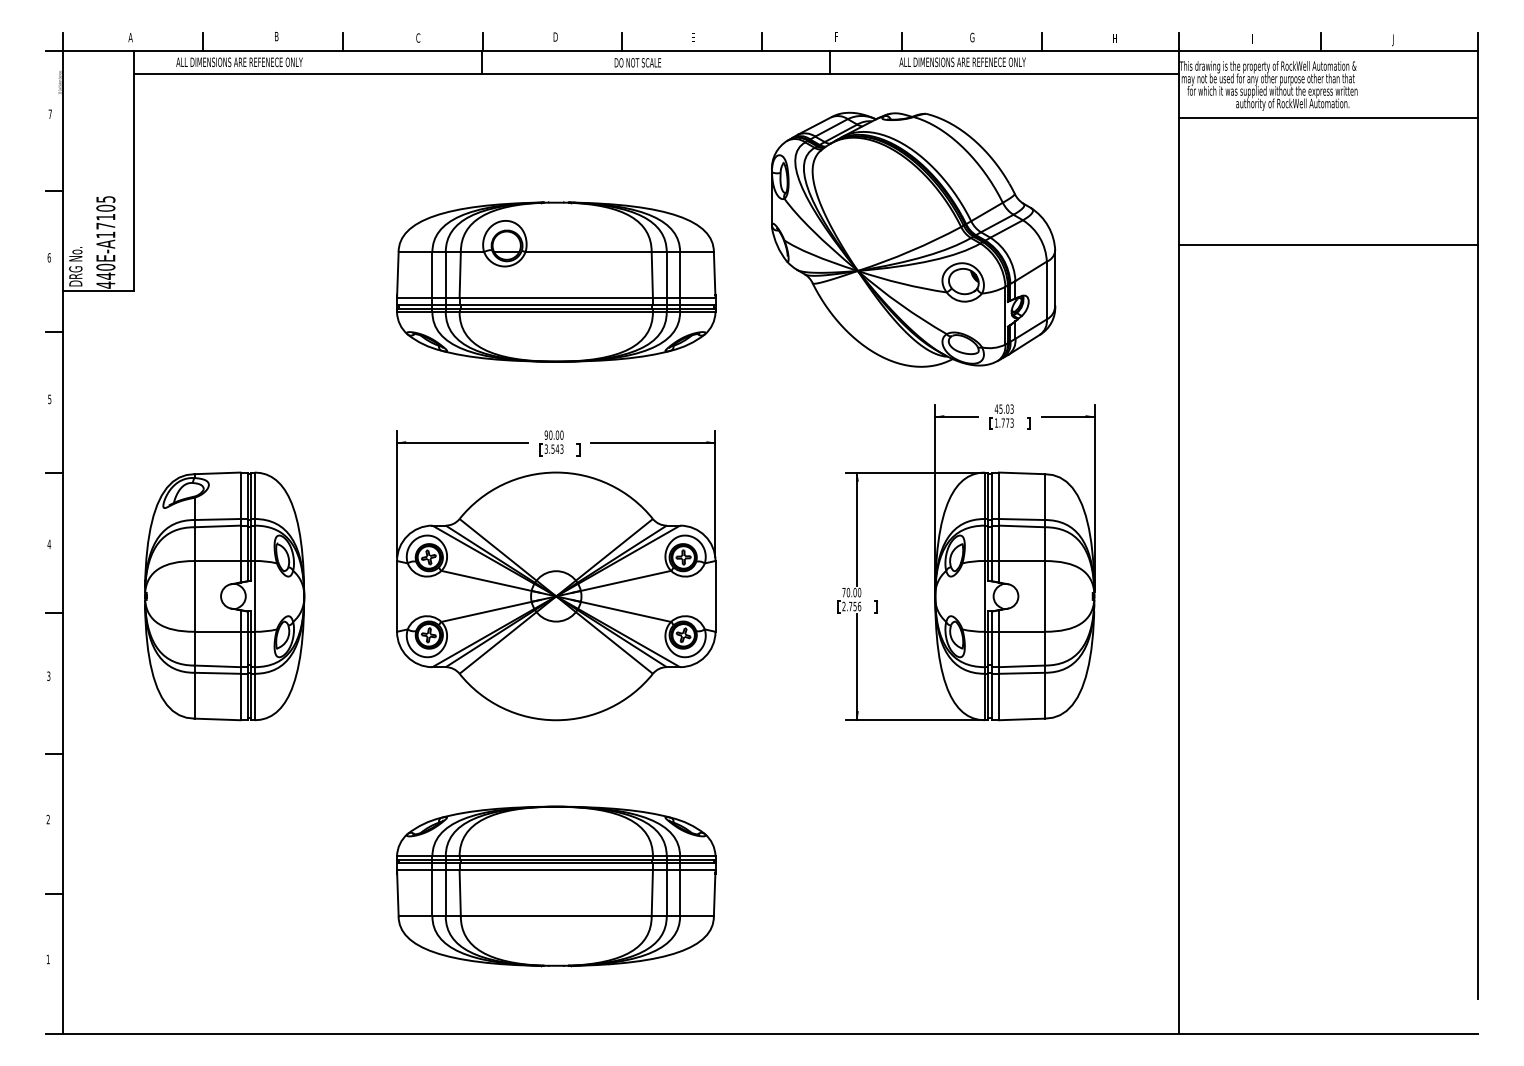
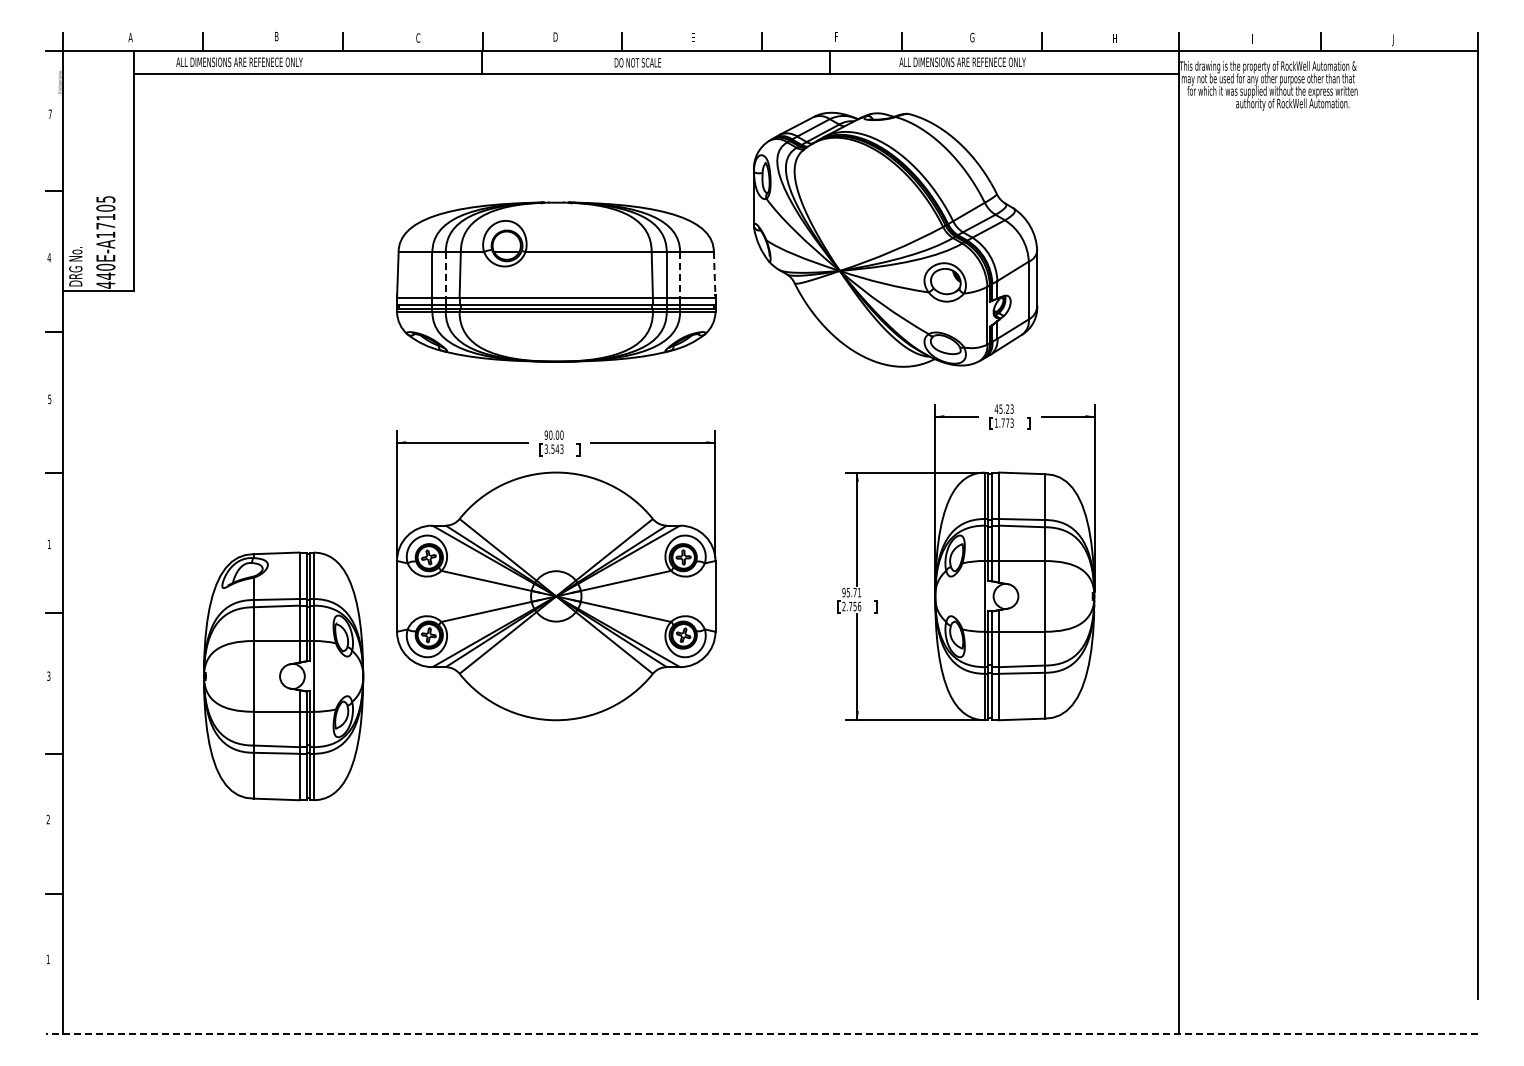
line at (1328, 117): present -> none
part at (913, 239) position: (913, 239) -> (895, 239)
line at (1328, 244): present -> none
text at (48, 257): 6 -> 4
line at (445, 275): solid -> dashed
line at (680, 275): solid -> dashed
line at (714, 275): solid -> dashed
text at (1007, 408): 45.03 -> 45.23
text at (49, 544): 4 -> 1
text at (851, 592): 70.00 -> 95.71
part at (224, 596) position: (224, 596) -> (283, 676)
part at (556, 886): present -> none
line at (761, 1034): solid -> dashed
